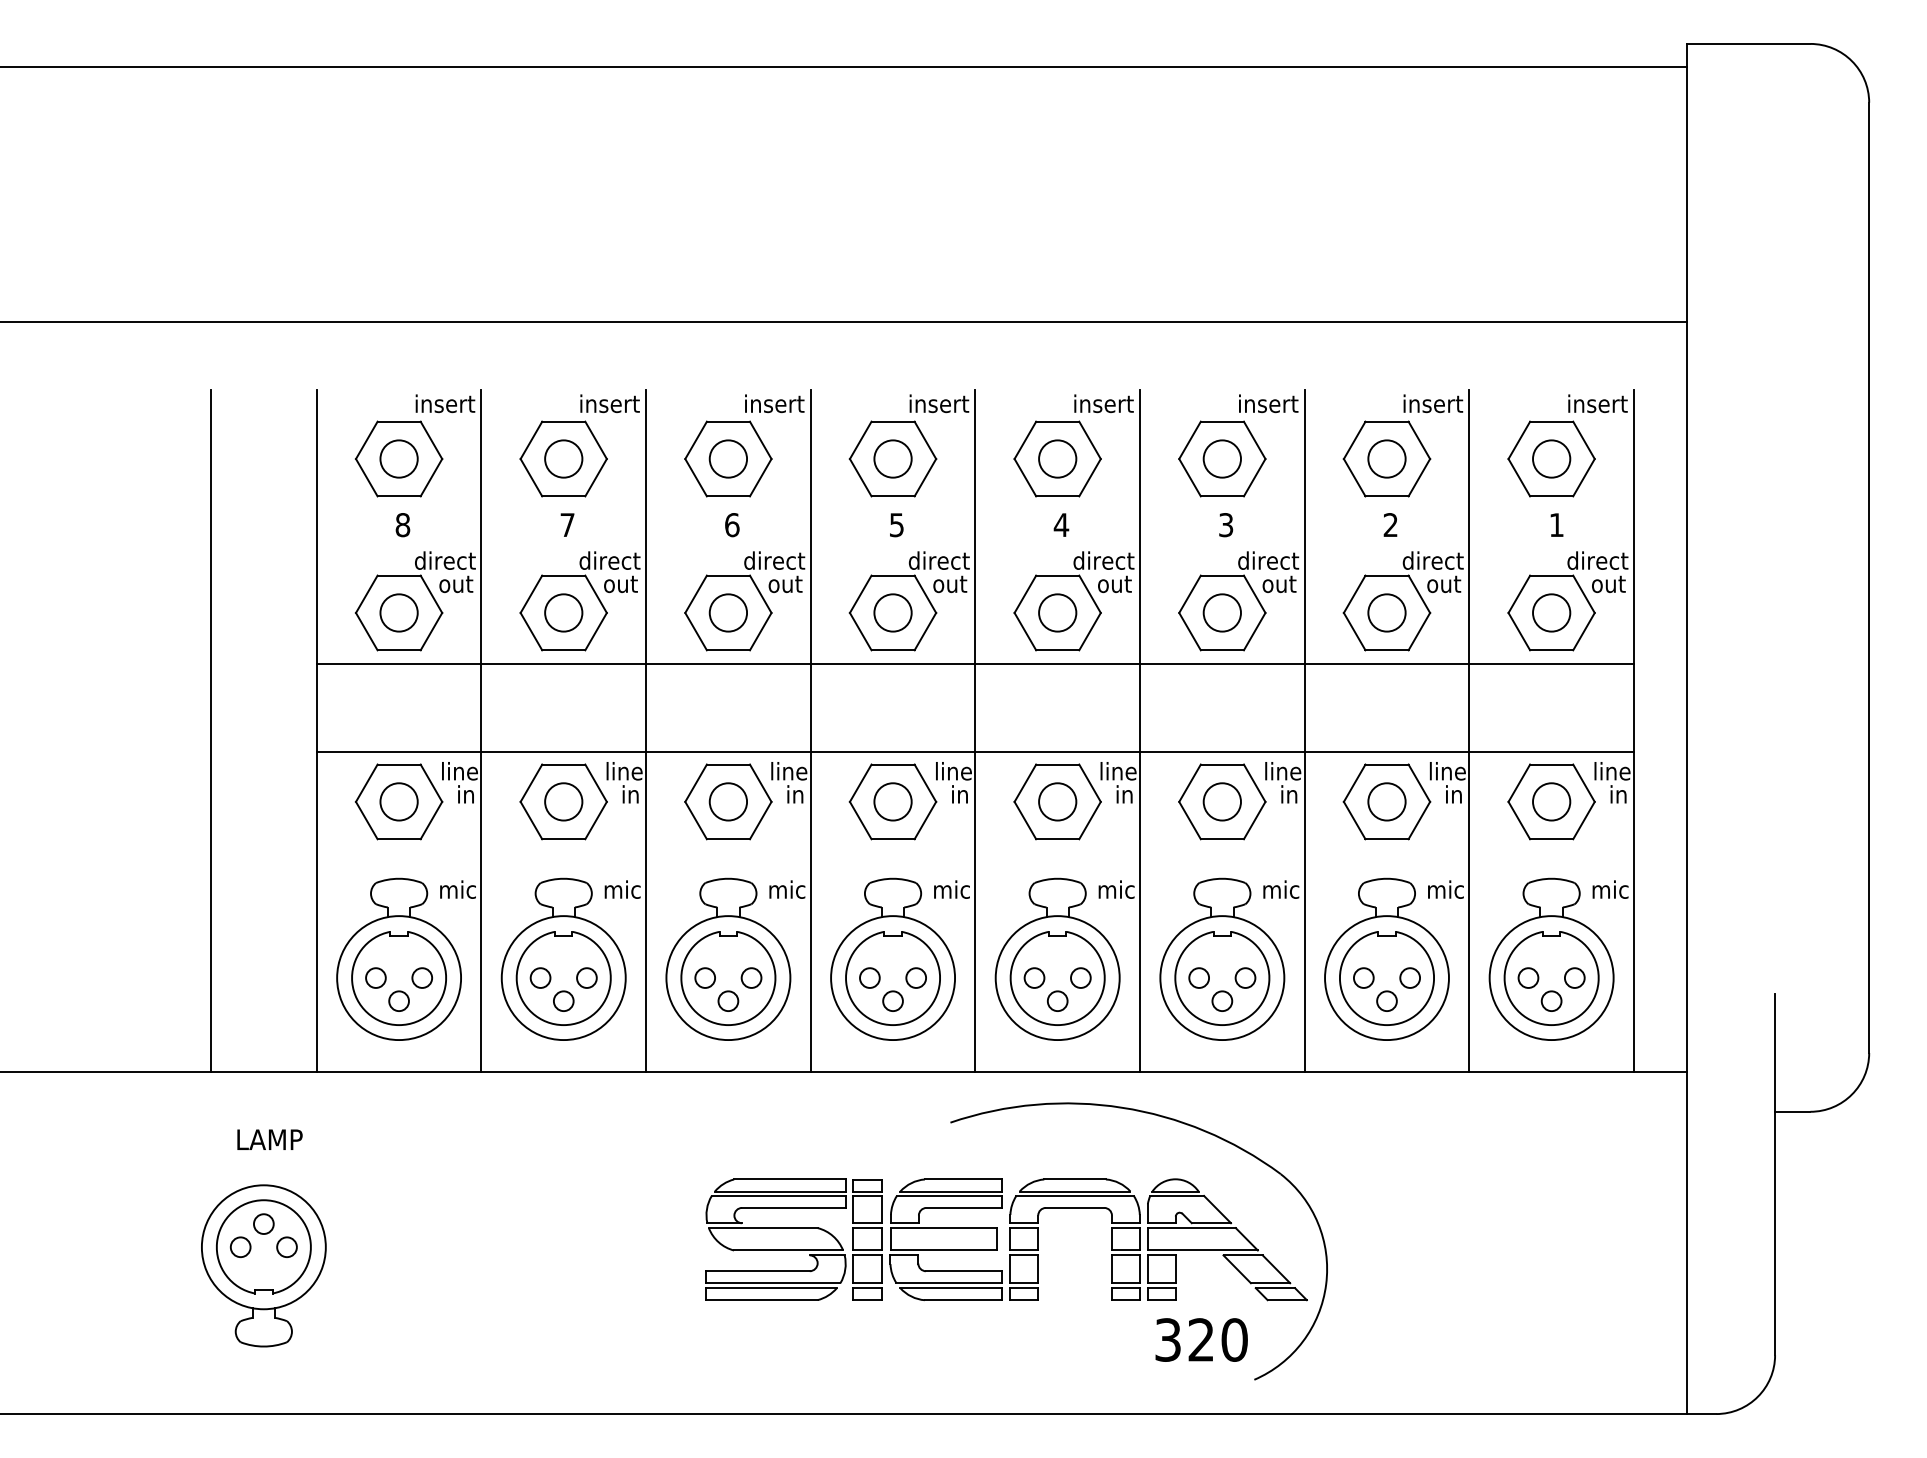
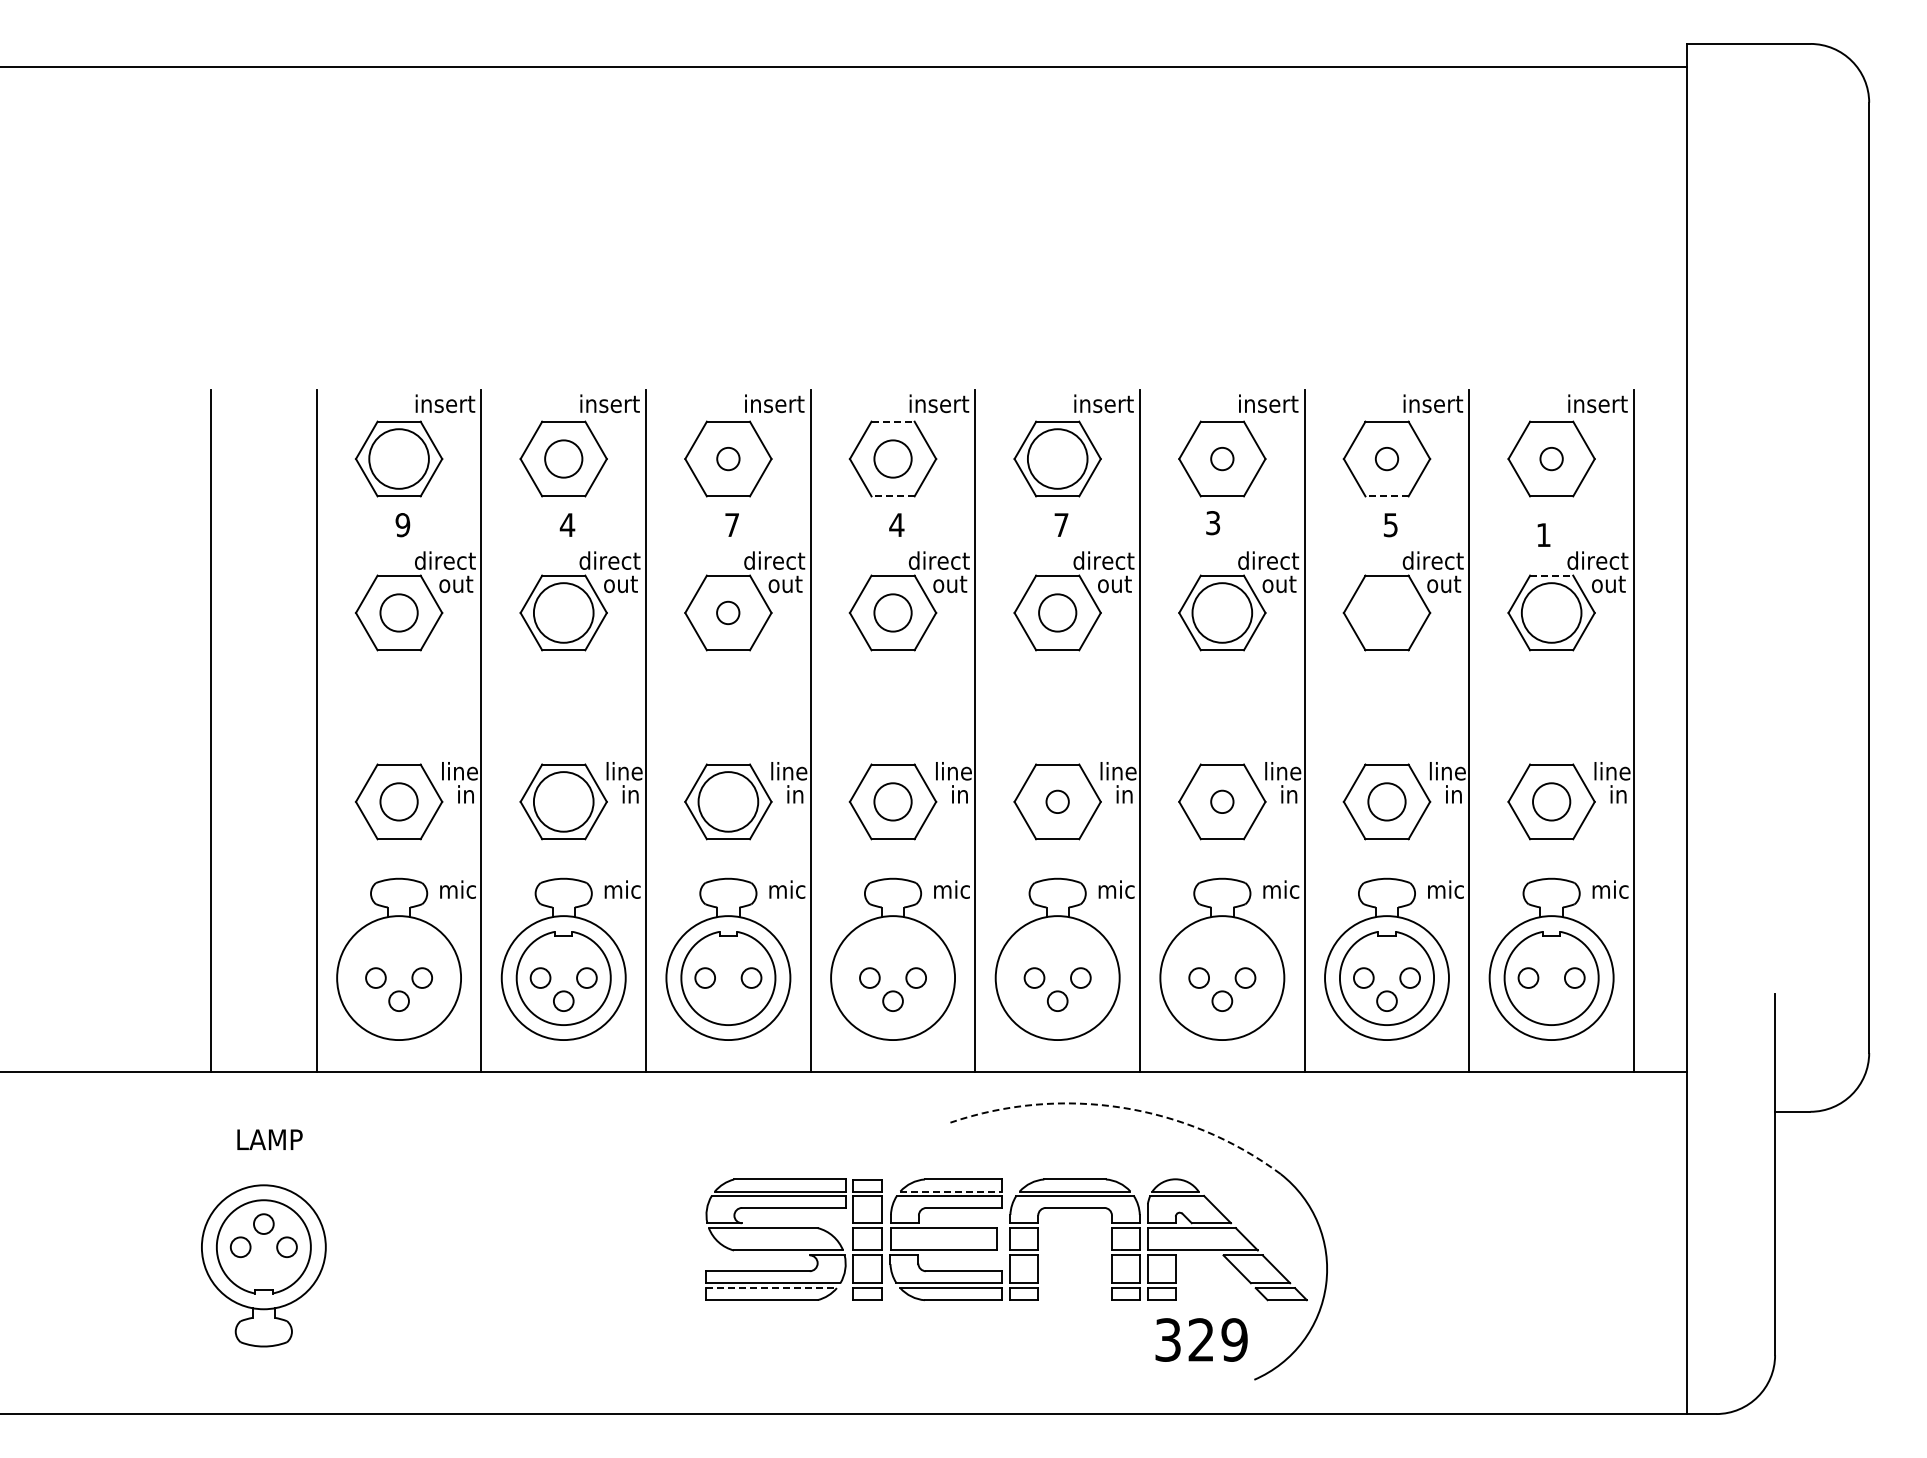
line at (844, 321): present -> none
line at (893, 421): solid -> dashed
circle at (398, 458) diameter: 37 px -> 60 px
circle at (728, 458) diameter: 37 px -> 22 px
circle at (1057, 458) diameter: 37 px -> 60 px
circle at (1221, 458) diameter: 37 px -> 22 px
circle at (1386, 458) diameter: 37 px -> 22 px
circle at (1551, 458) diameter: 37 px -> 22 px
line at (893, 496): solid -> dashed
line at (1387, 496): solid -> dashed
text at (567, 524): 7 -> 4
text at (1061, 524): 4 -> 7
text at (1556, 524) position: (1556, 524) -> (1543, 534)
text at (402, 525): 8 -> 9
text at (732, 525): 6 -> 7
text at (896, 525): 5 -> 4
text at (1226, 525) position: (1226, 525) -> (1213, 523)
text at (1390, 525): 2 -> 5
line at (1551, 575): solid -> dashed
circle at (563, 612) diameter: 37 px -> 60 px
circle at (727, 612) size: 40x40 px -> 25x25 px
circle at (1221, 612) diameter: 37 px -> 60 px
circle at (1386, 612): present -> none
circle at (1551, 612) diameter: 37 px -> 60 px
line at (974, 663): present -> none
line at (974, 751): present -> none
circle at (563, 801) diameter: 37 px -> 60 px
circle at (728, 801) diameter: 37 px -> 60 px
circle at (1057, 801) diameter: 37 px -> 22 px
circle at (1221, 801) diameter: 37 px -> 22 px
part at (398, 978): present -> none
part at (892, 978): present -> none
part at (1057, 978): present -> none
part at (1222, 978): present -> none
circle at (728, 1000): present -> none
circle at (1551, 1000): present -> none
arc at (1121, 1107): solid -> dashed
line at (951, 1191): solid -> dashed
line at (772, 1288): solid -> dashed
text at (1234, 1339): 320 -> 329
